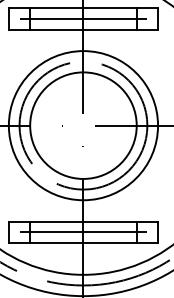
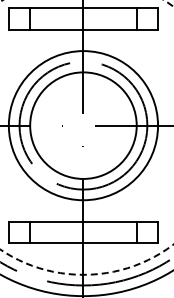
line at (83, 19): present -> none
circle at (86, 137): solid -> dashed
line at (83, 232): present -> none
